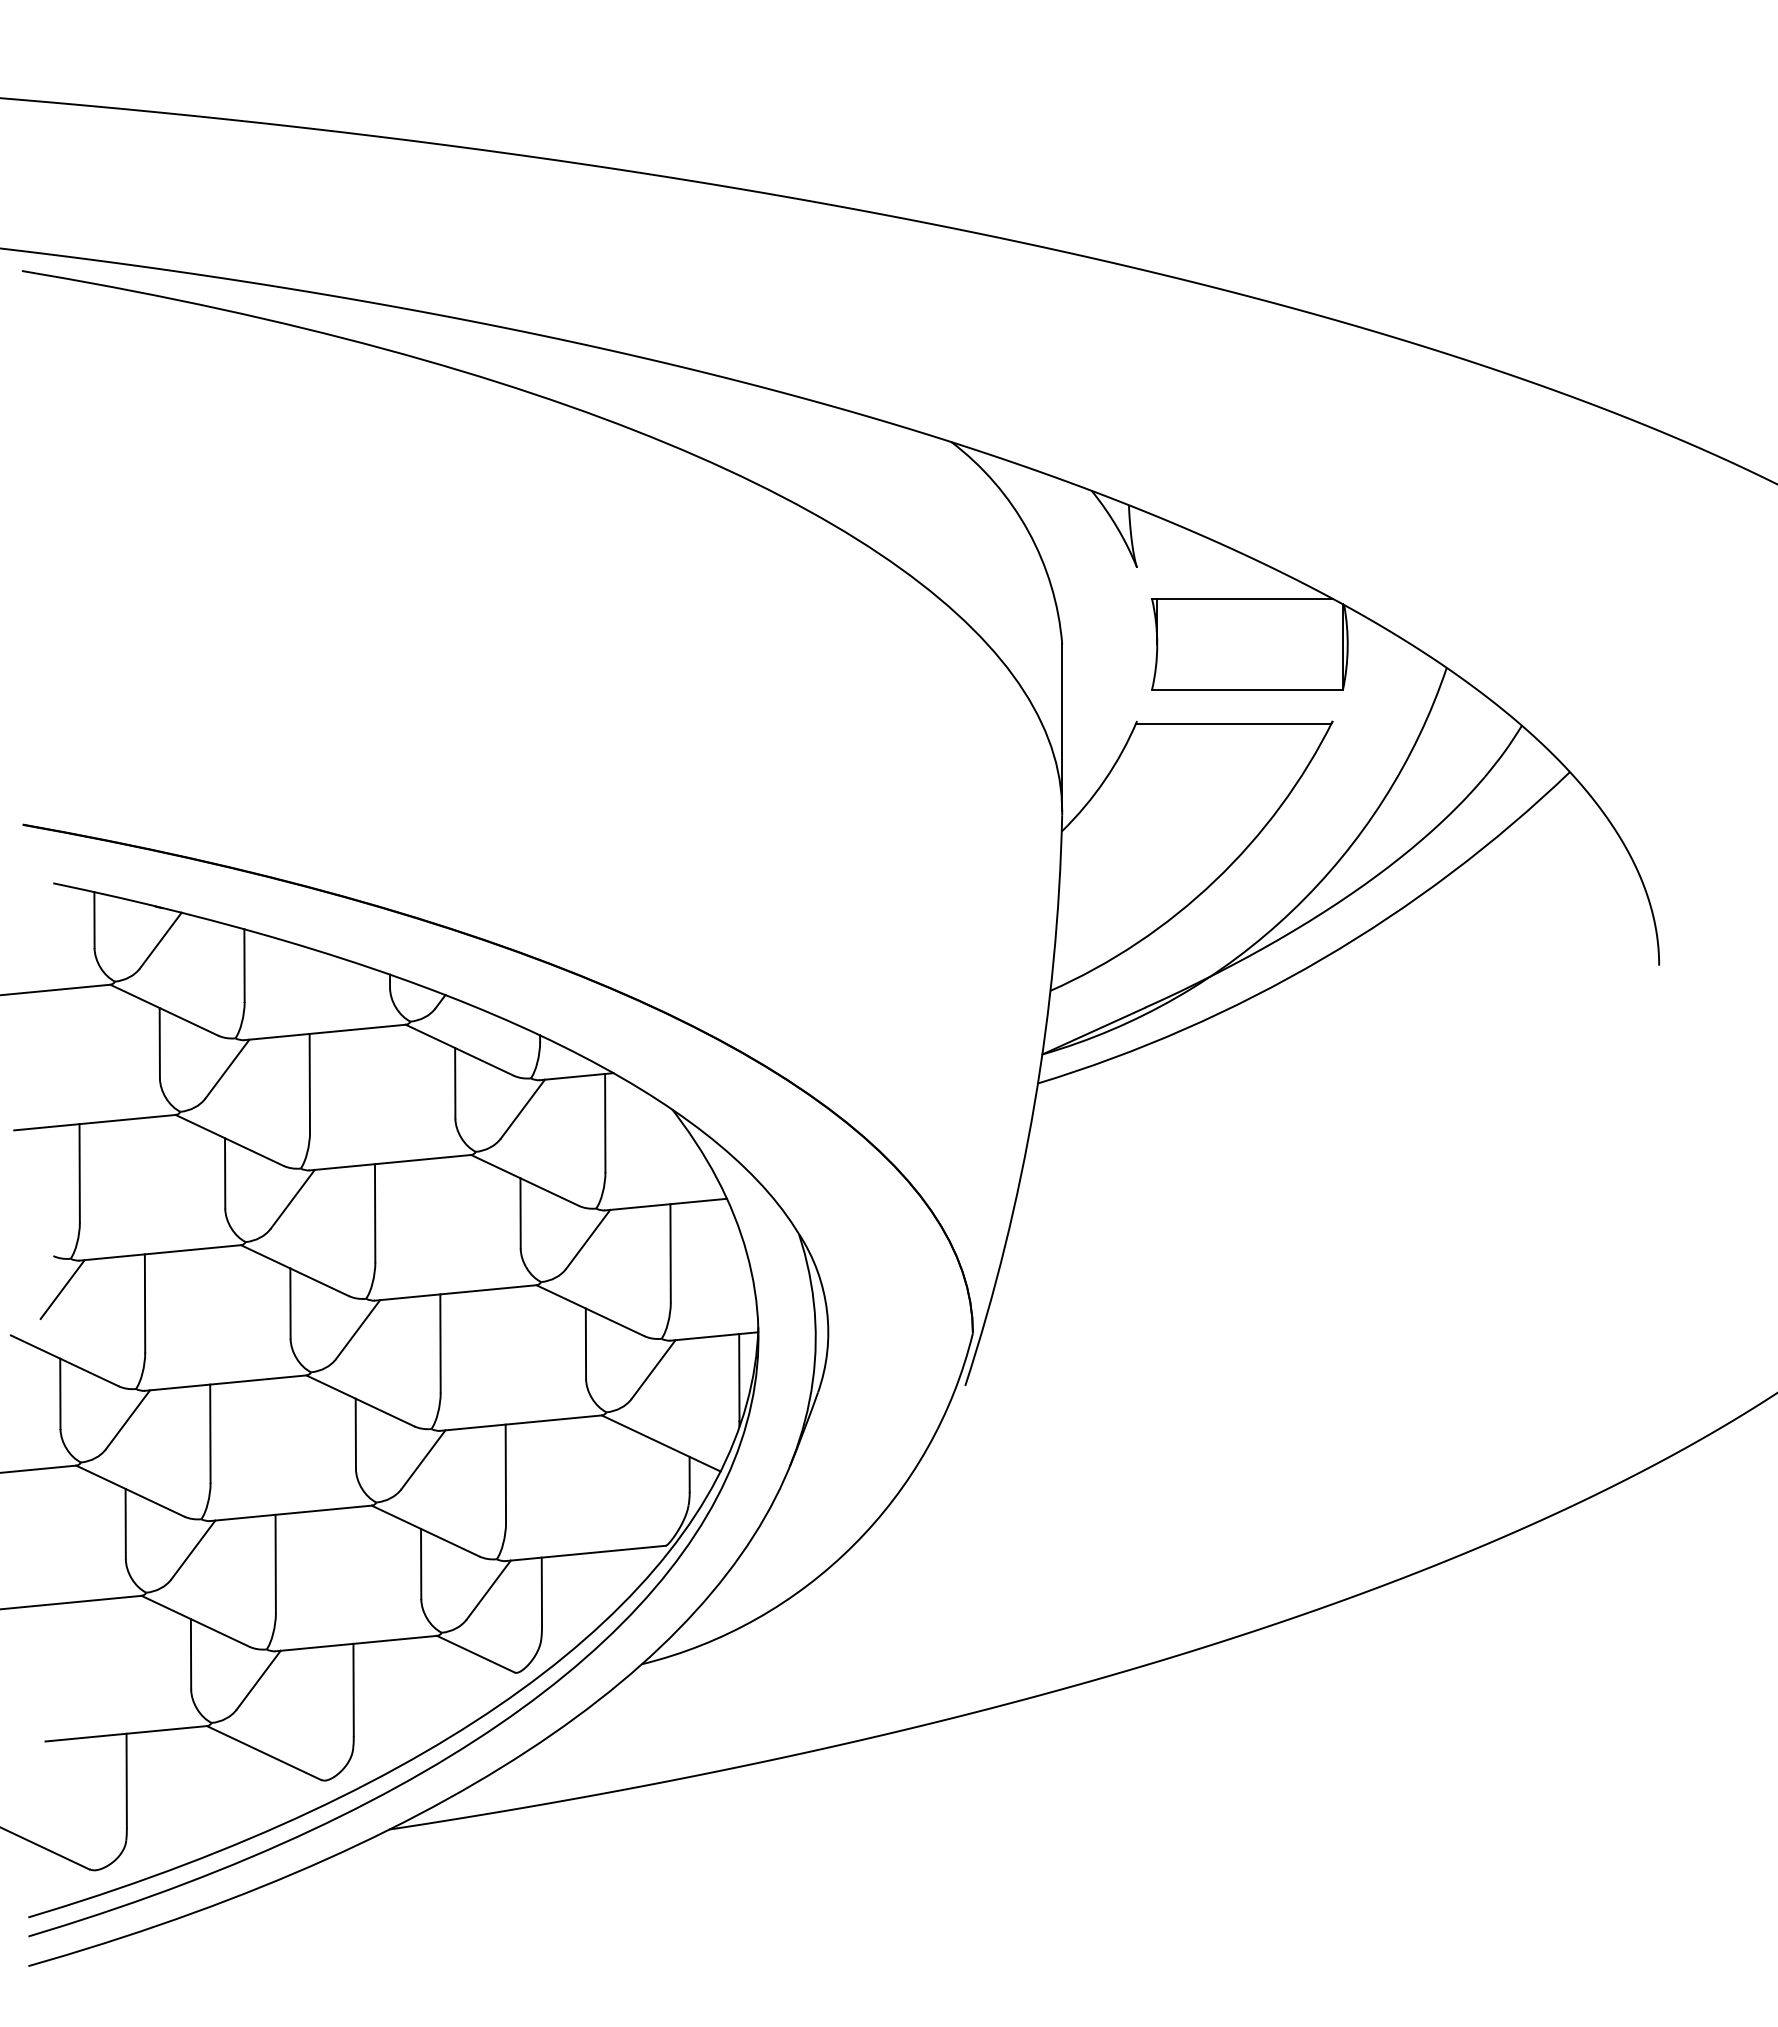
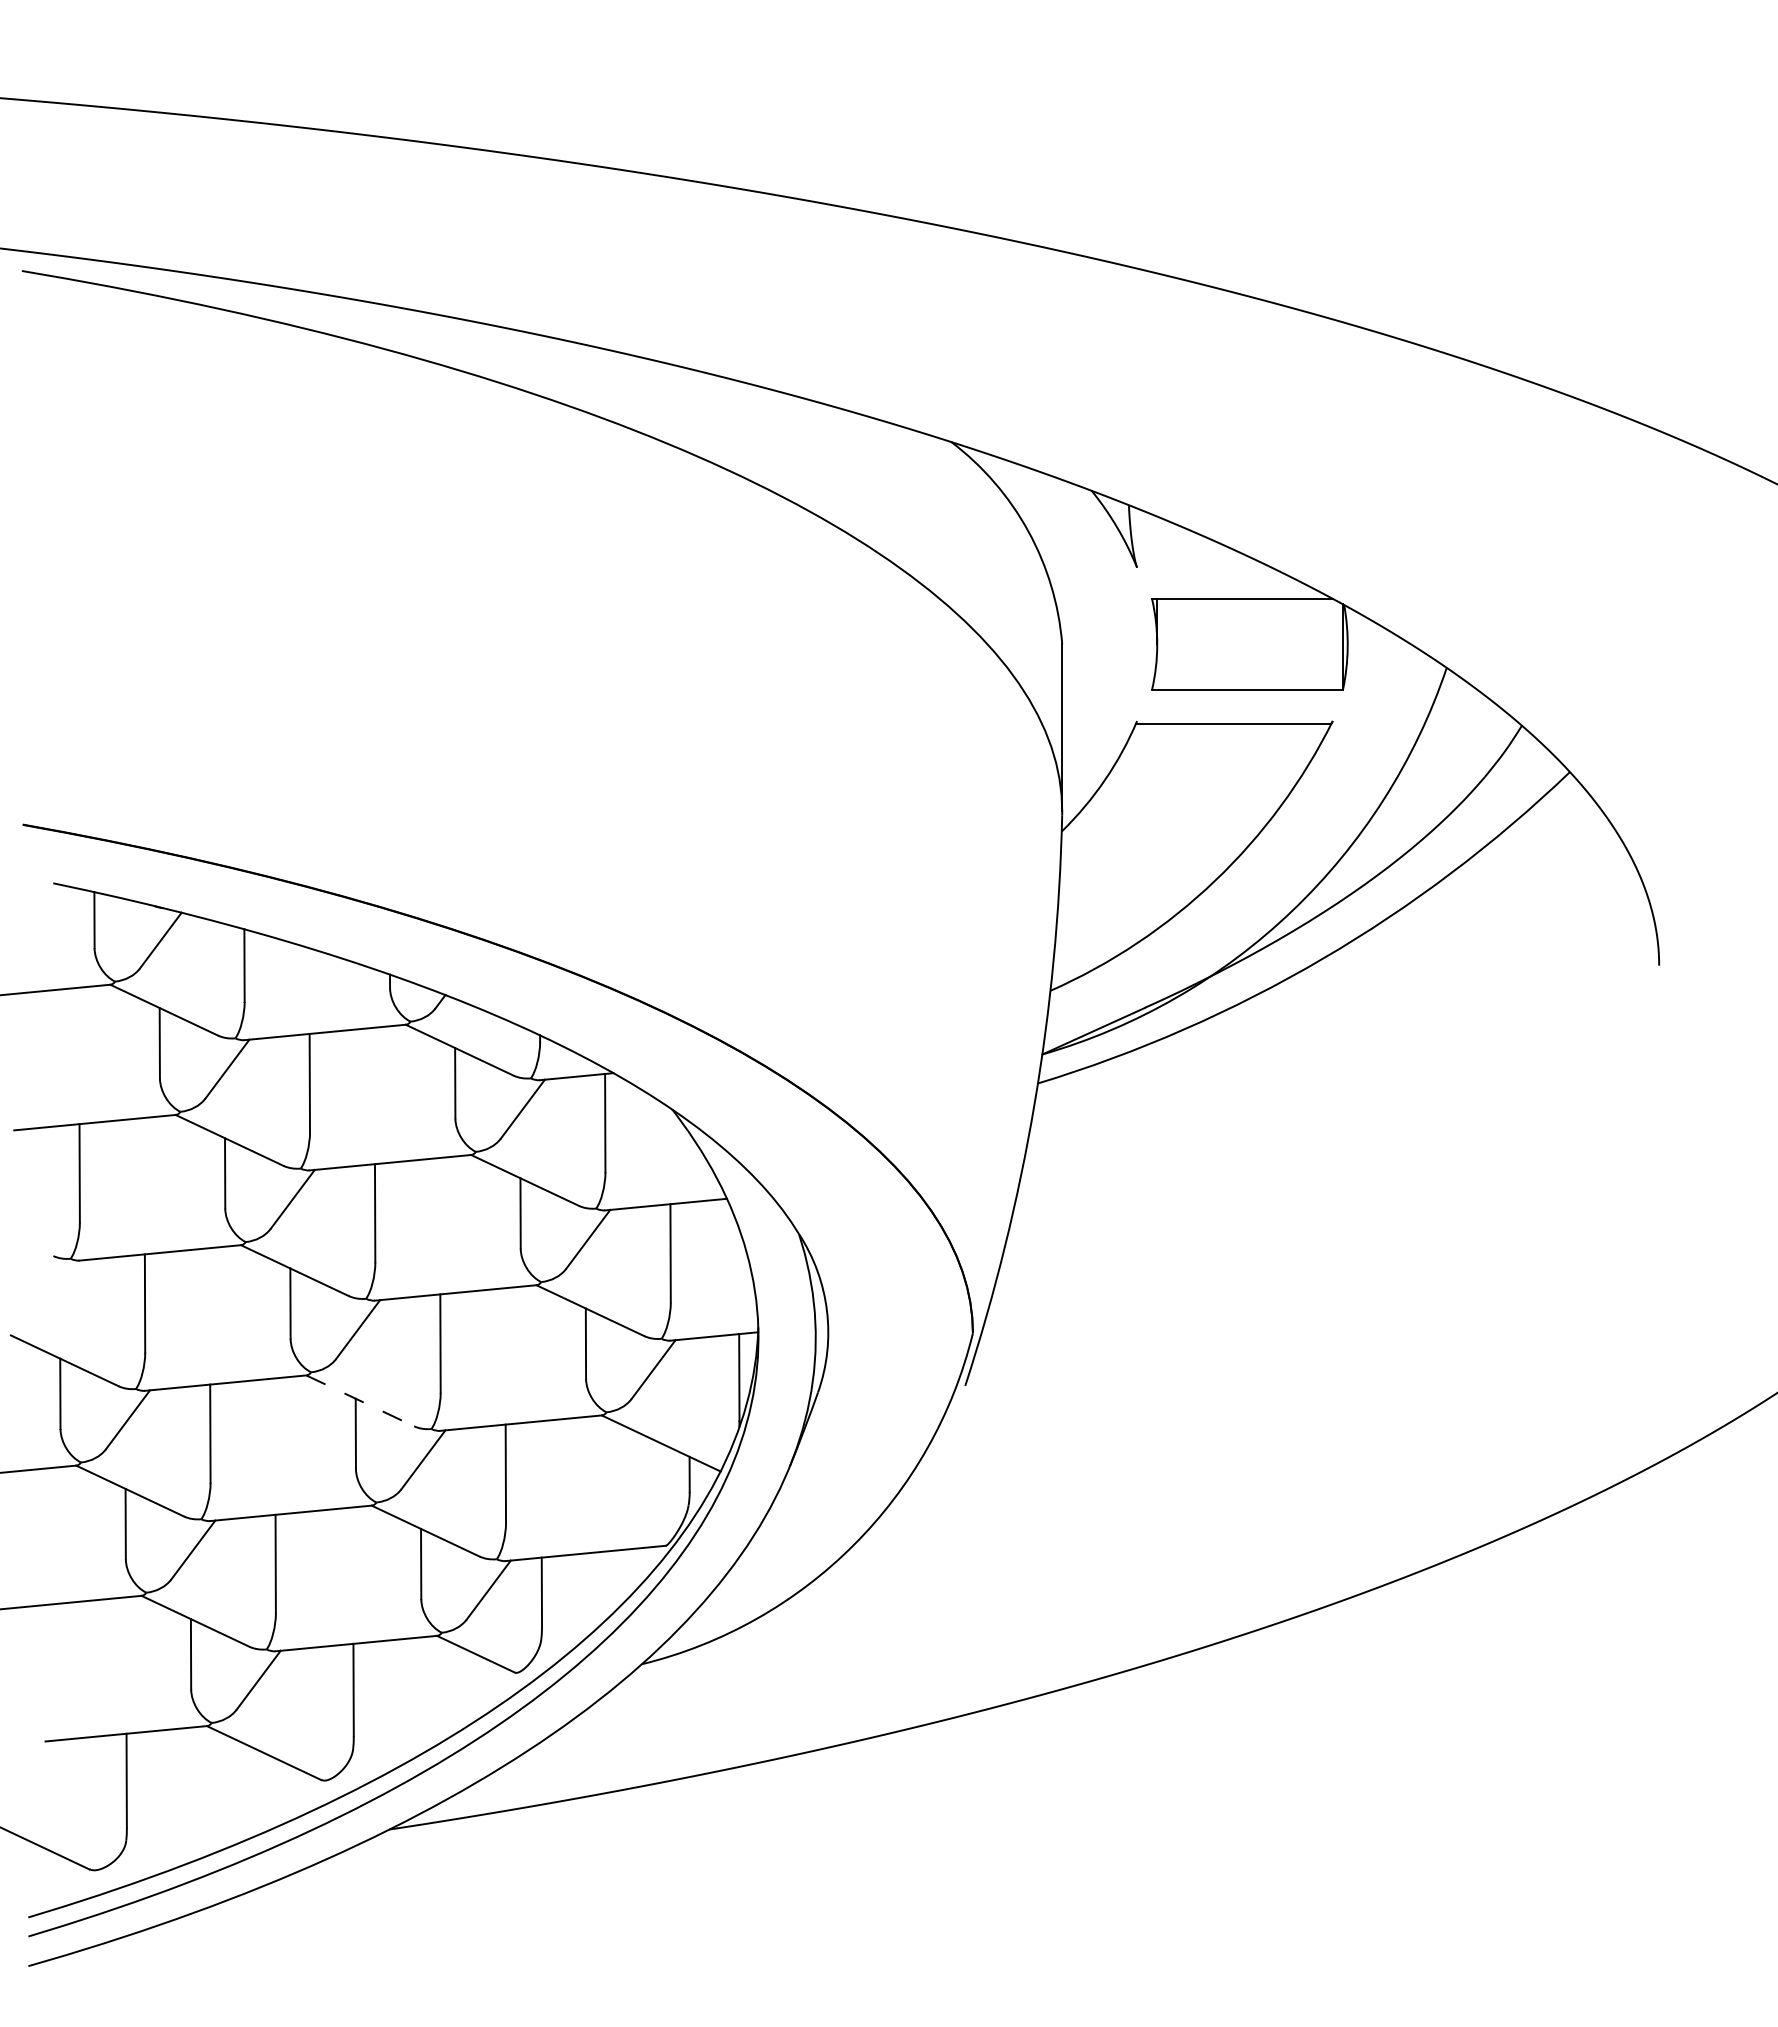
line at (62, 1289): present -> none
line at (360, 1400): solid -> dashed
